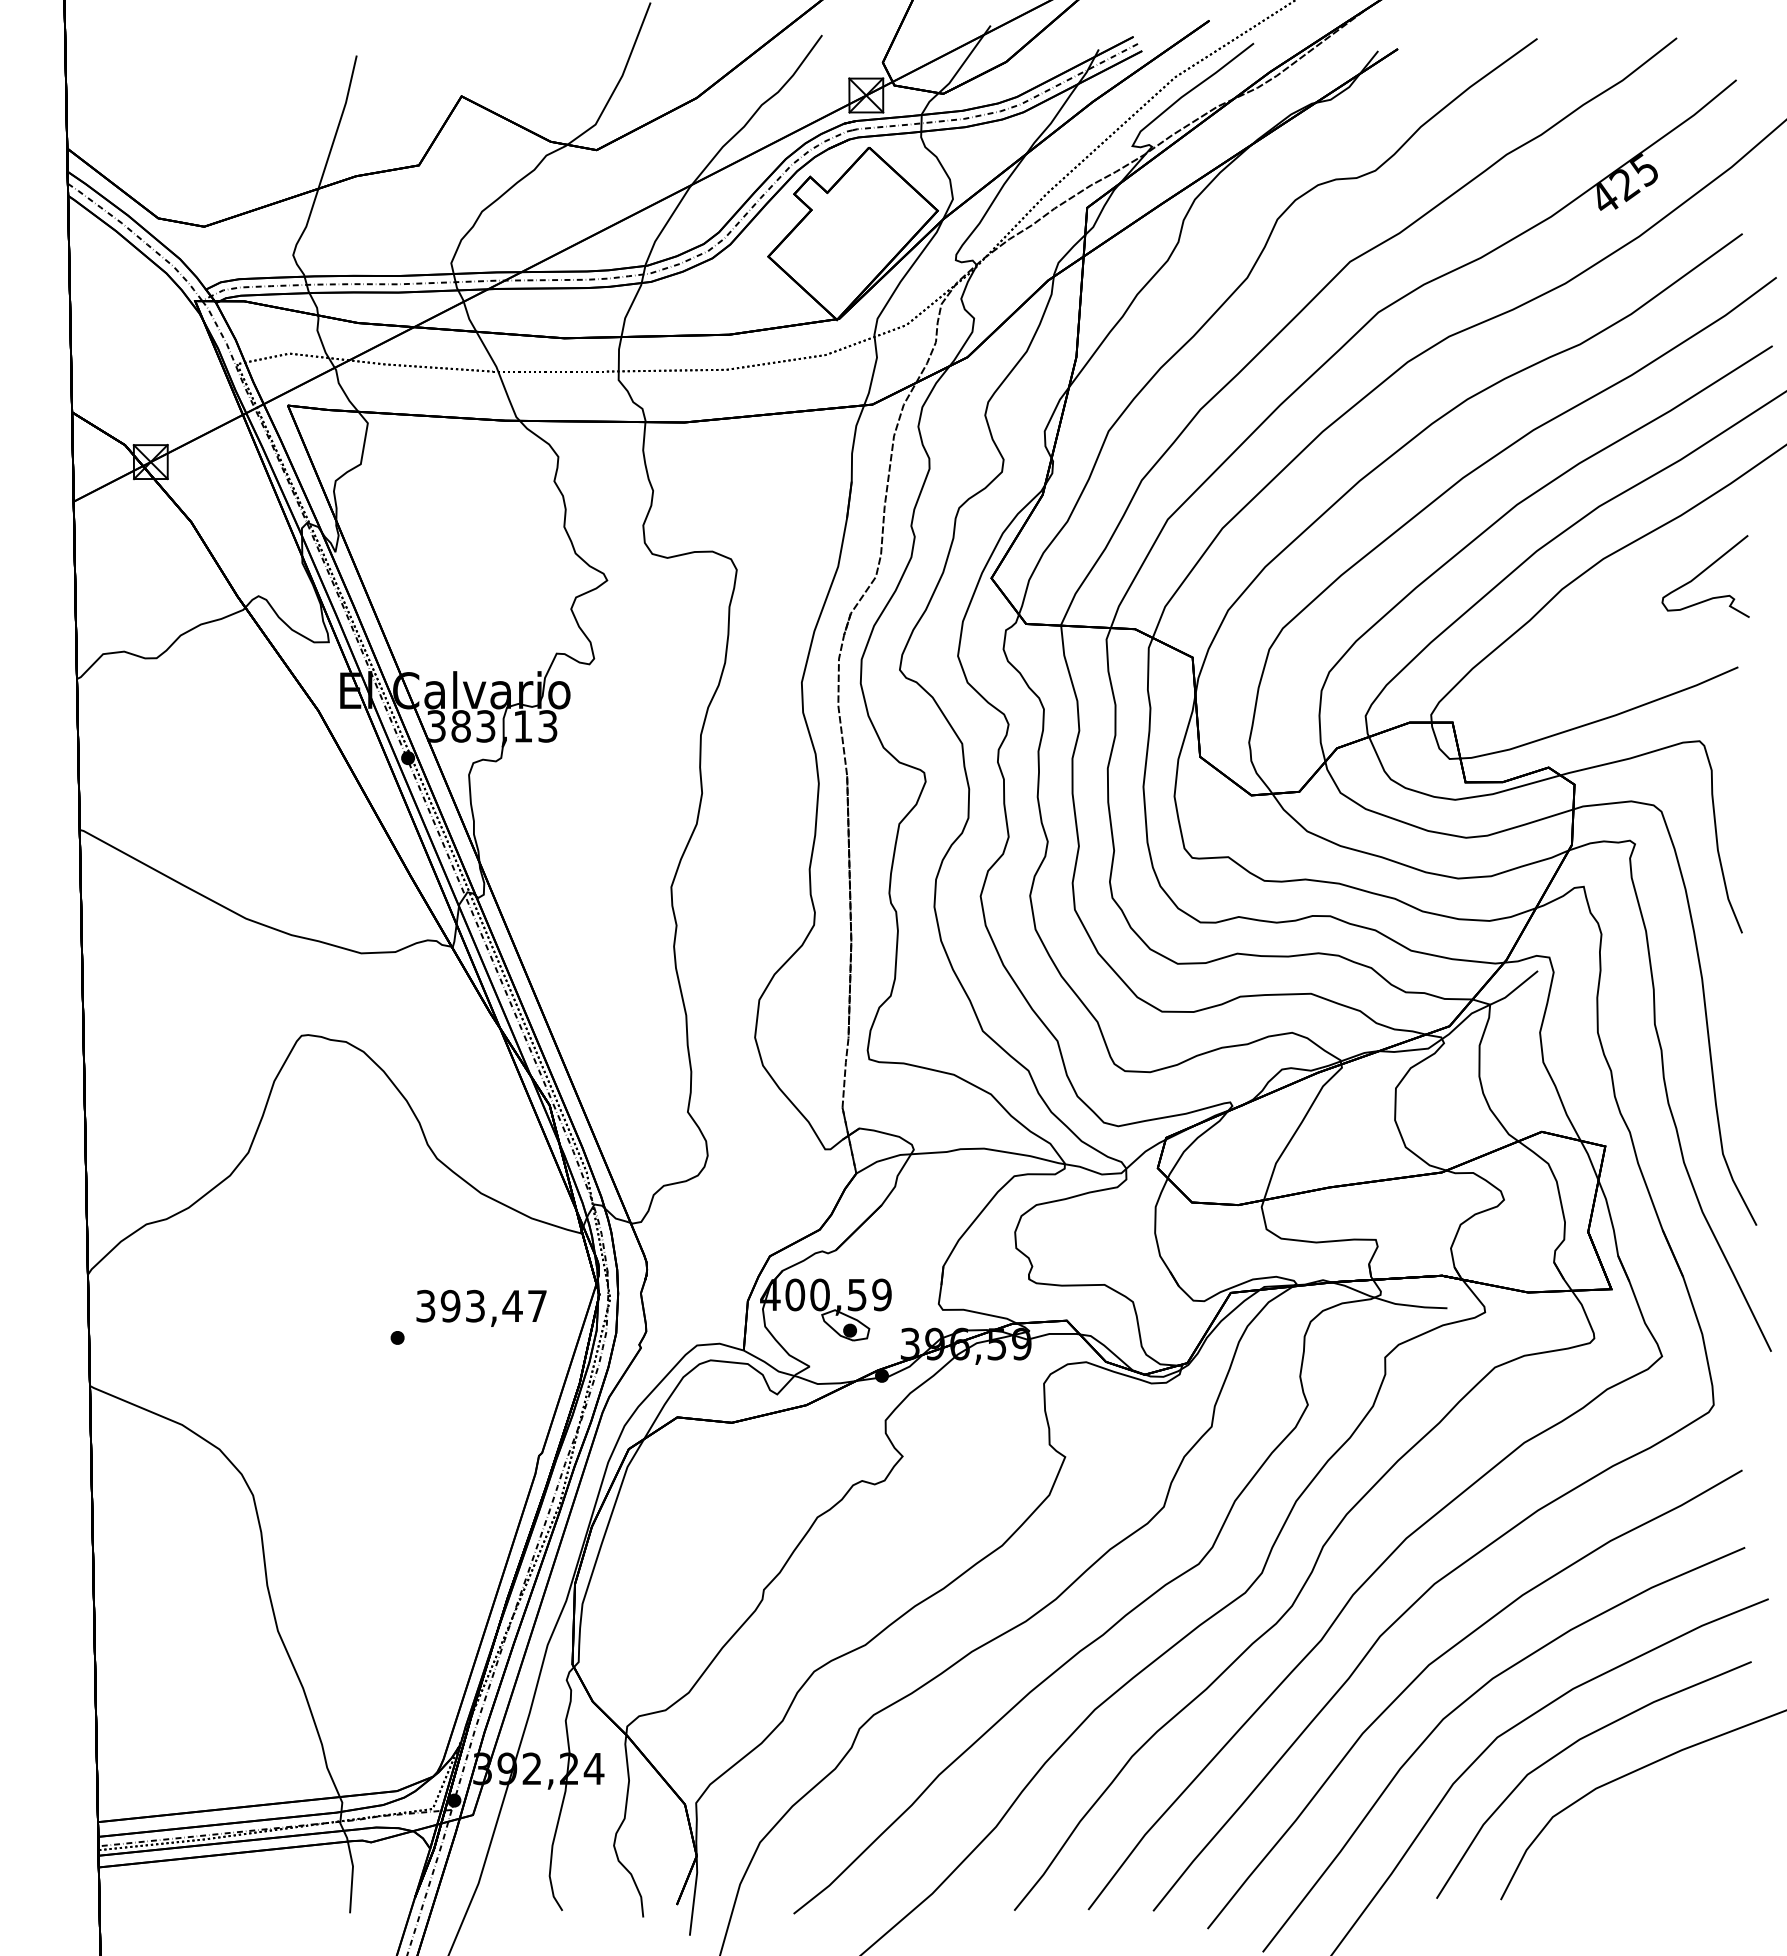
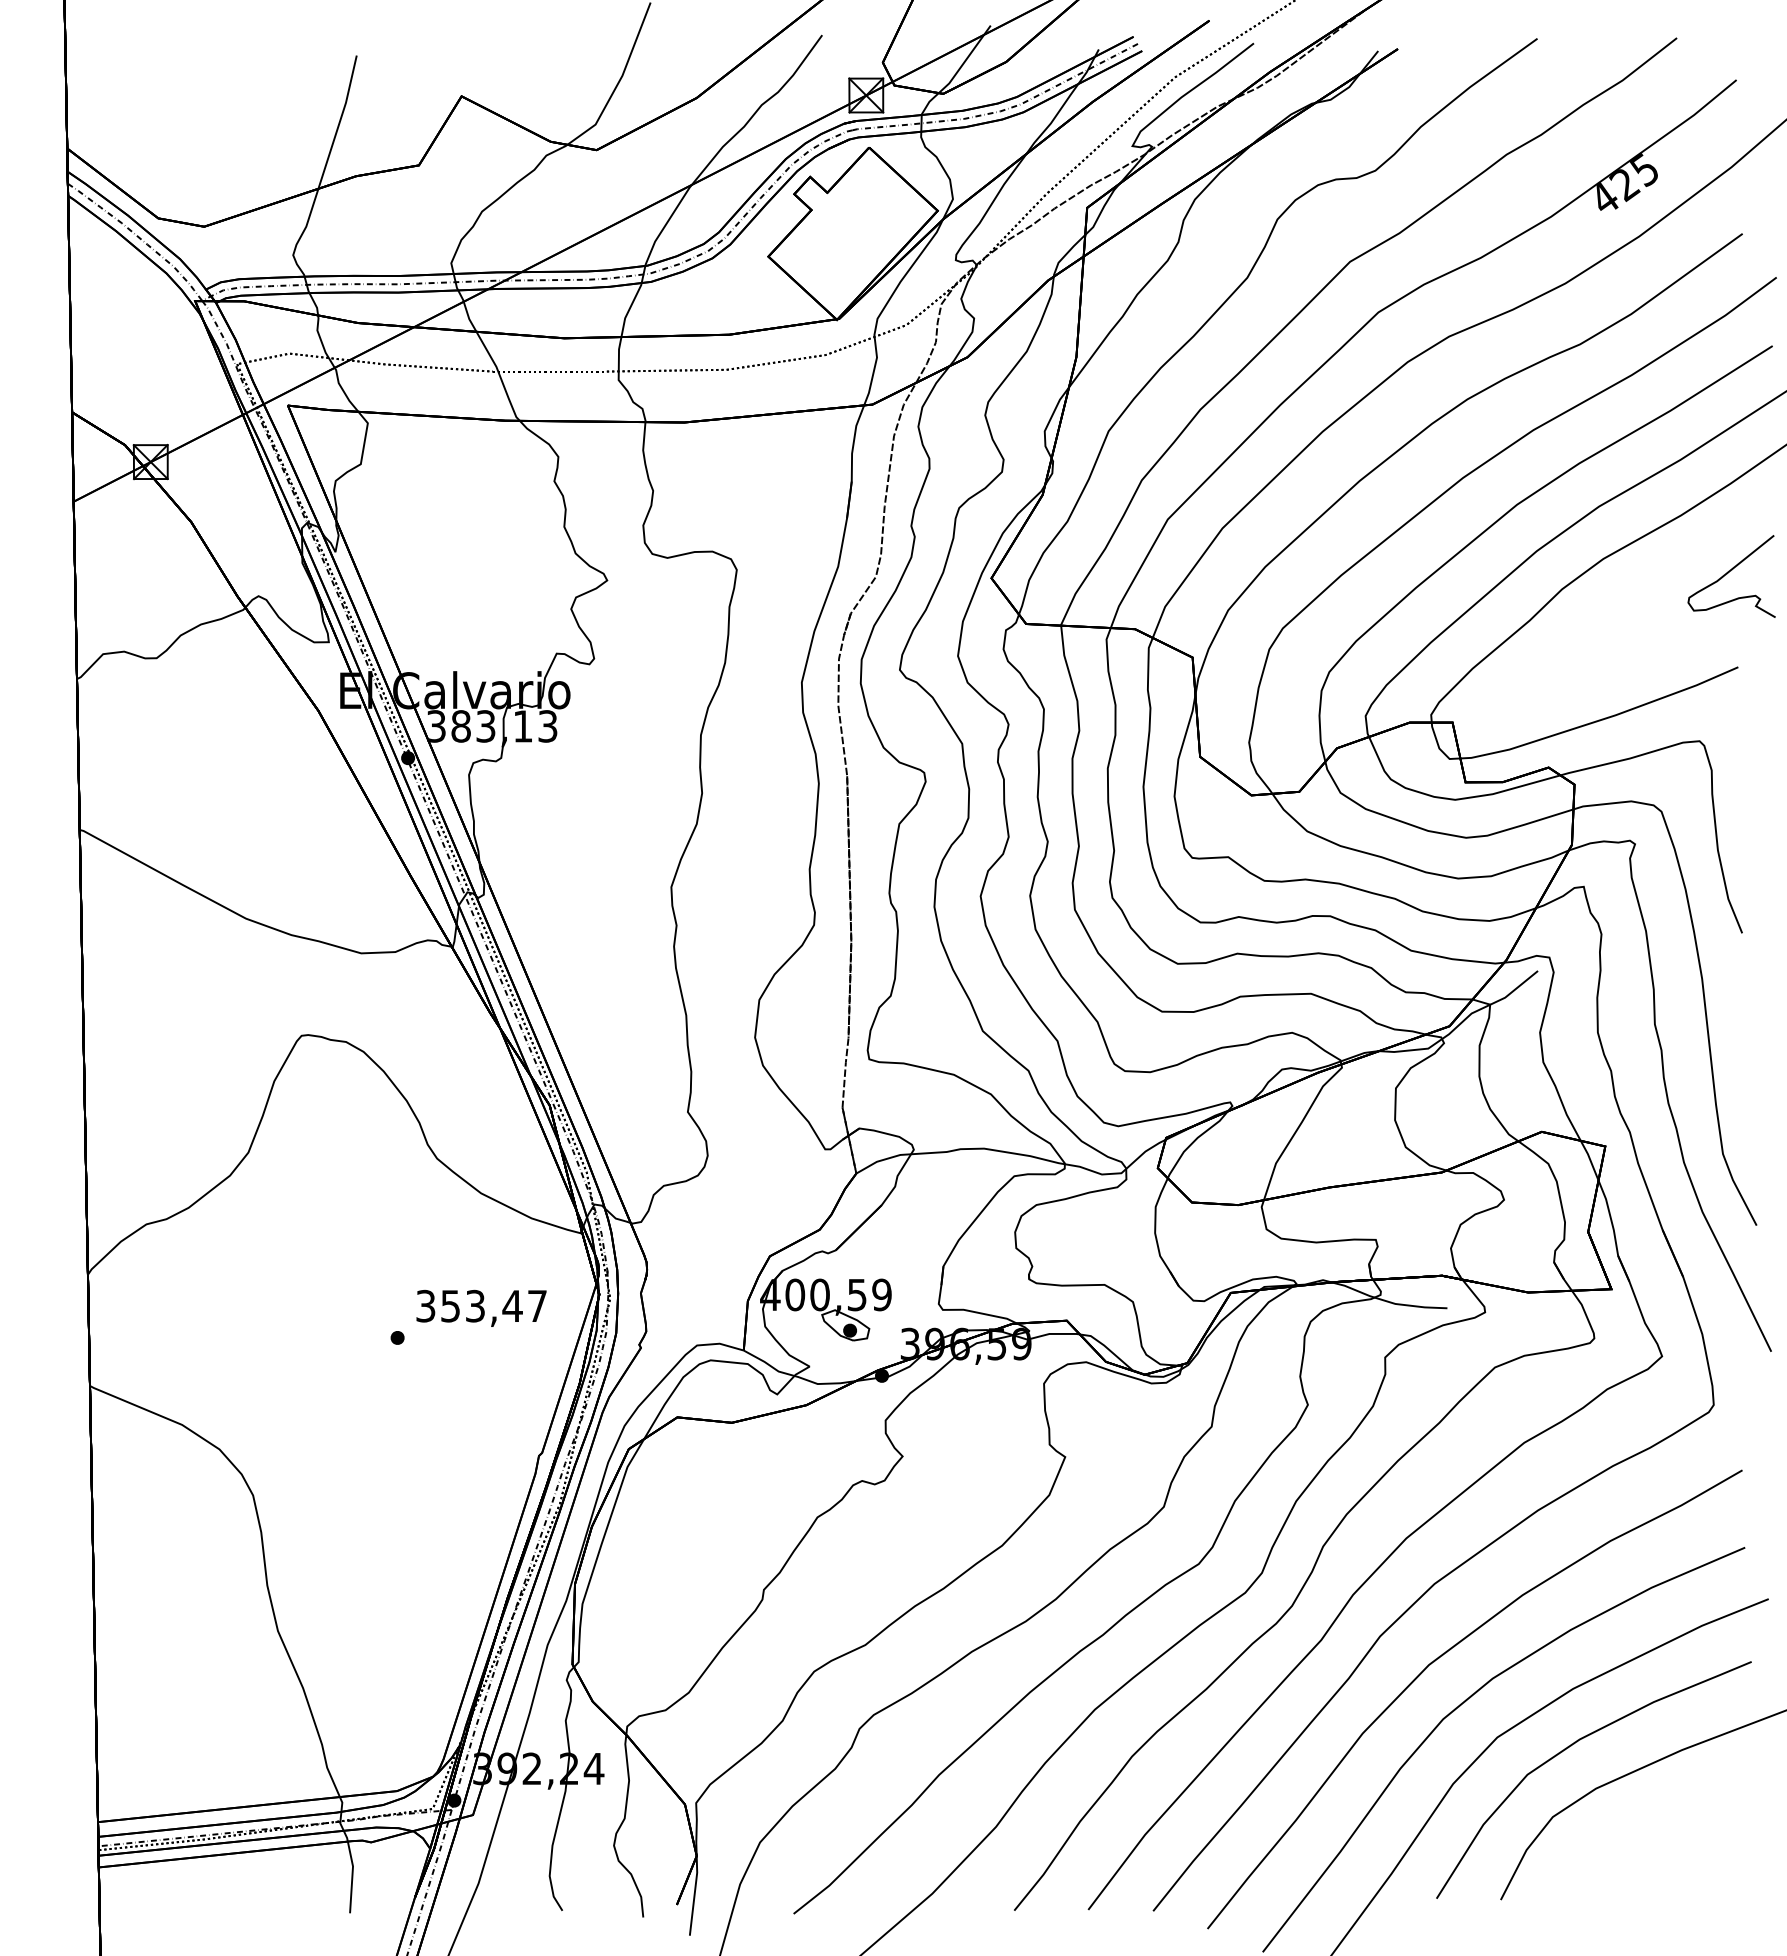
curve at (1702, 573) position: (1702, 573) -> (1728, 573)
text at (450, 1305): 393,47 -> 353,47
